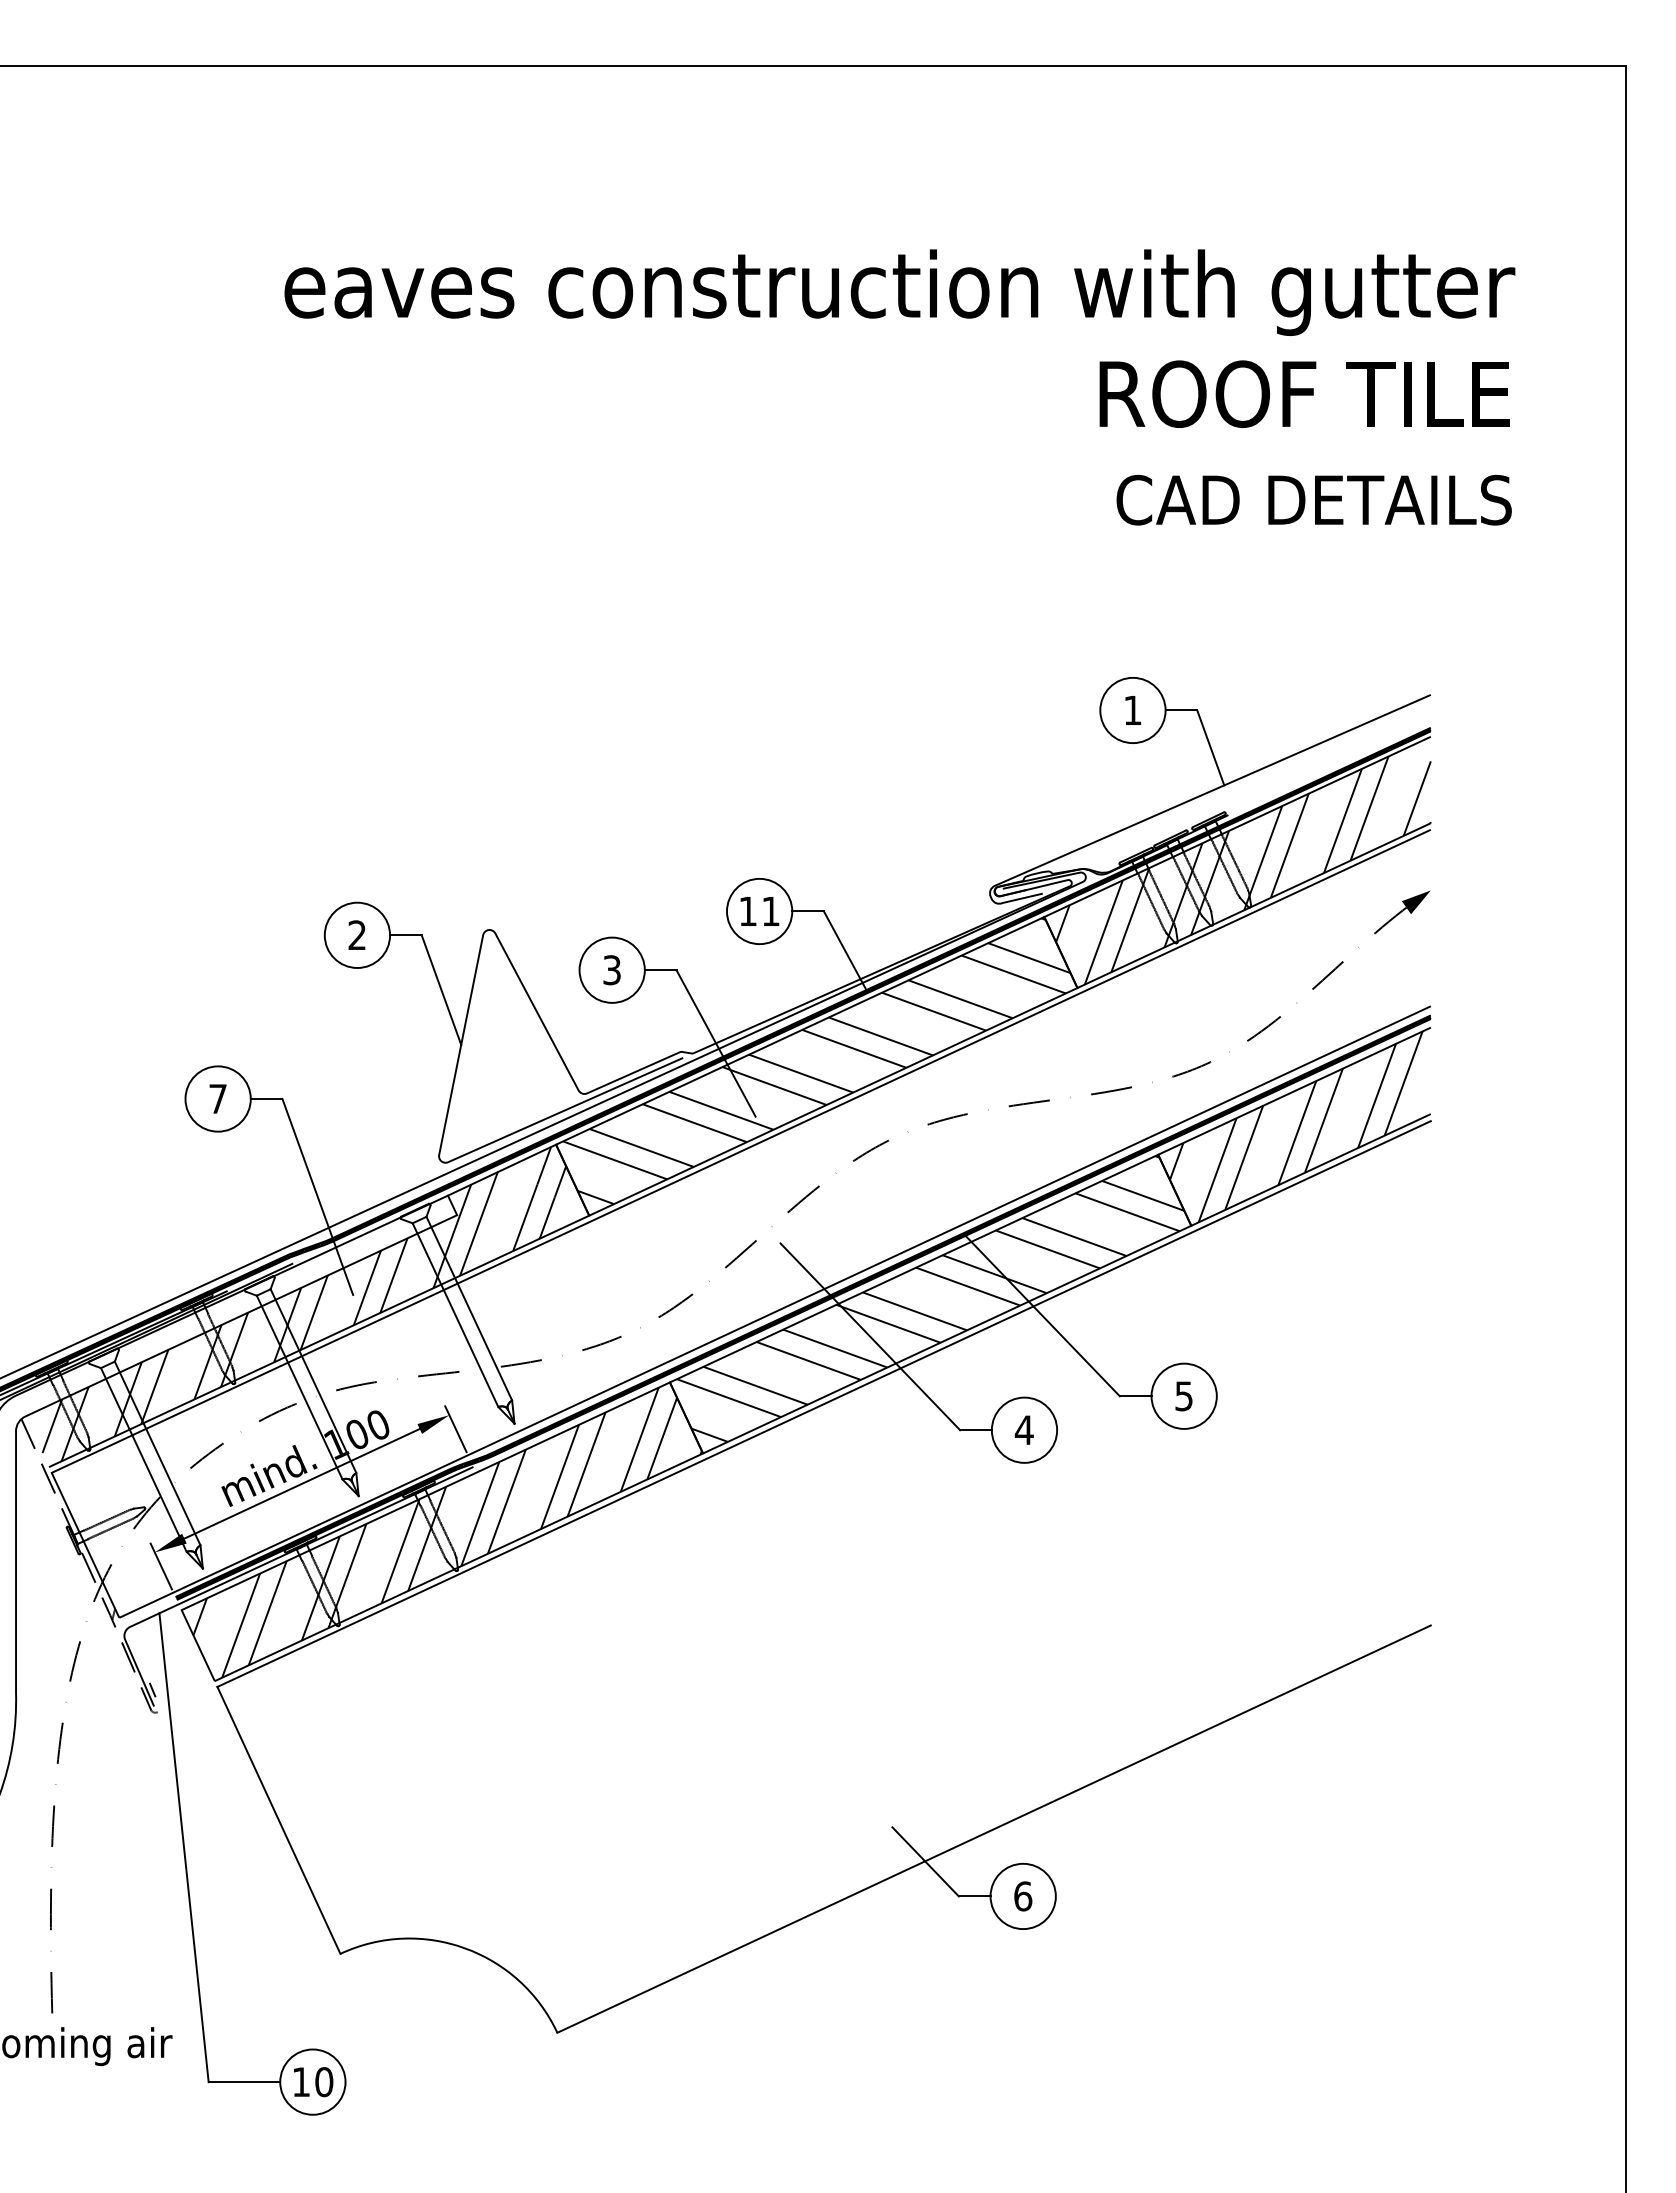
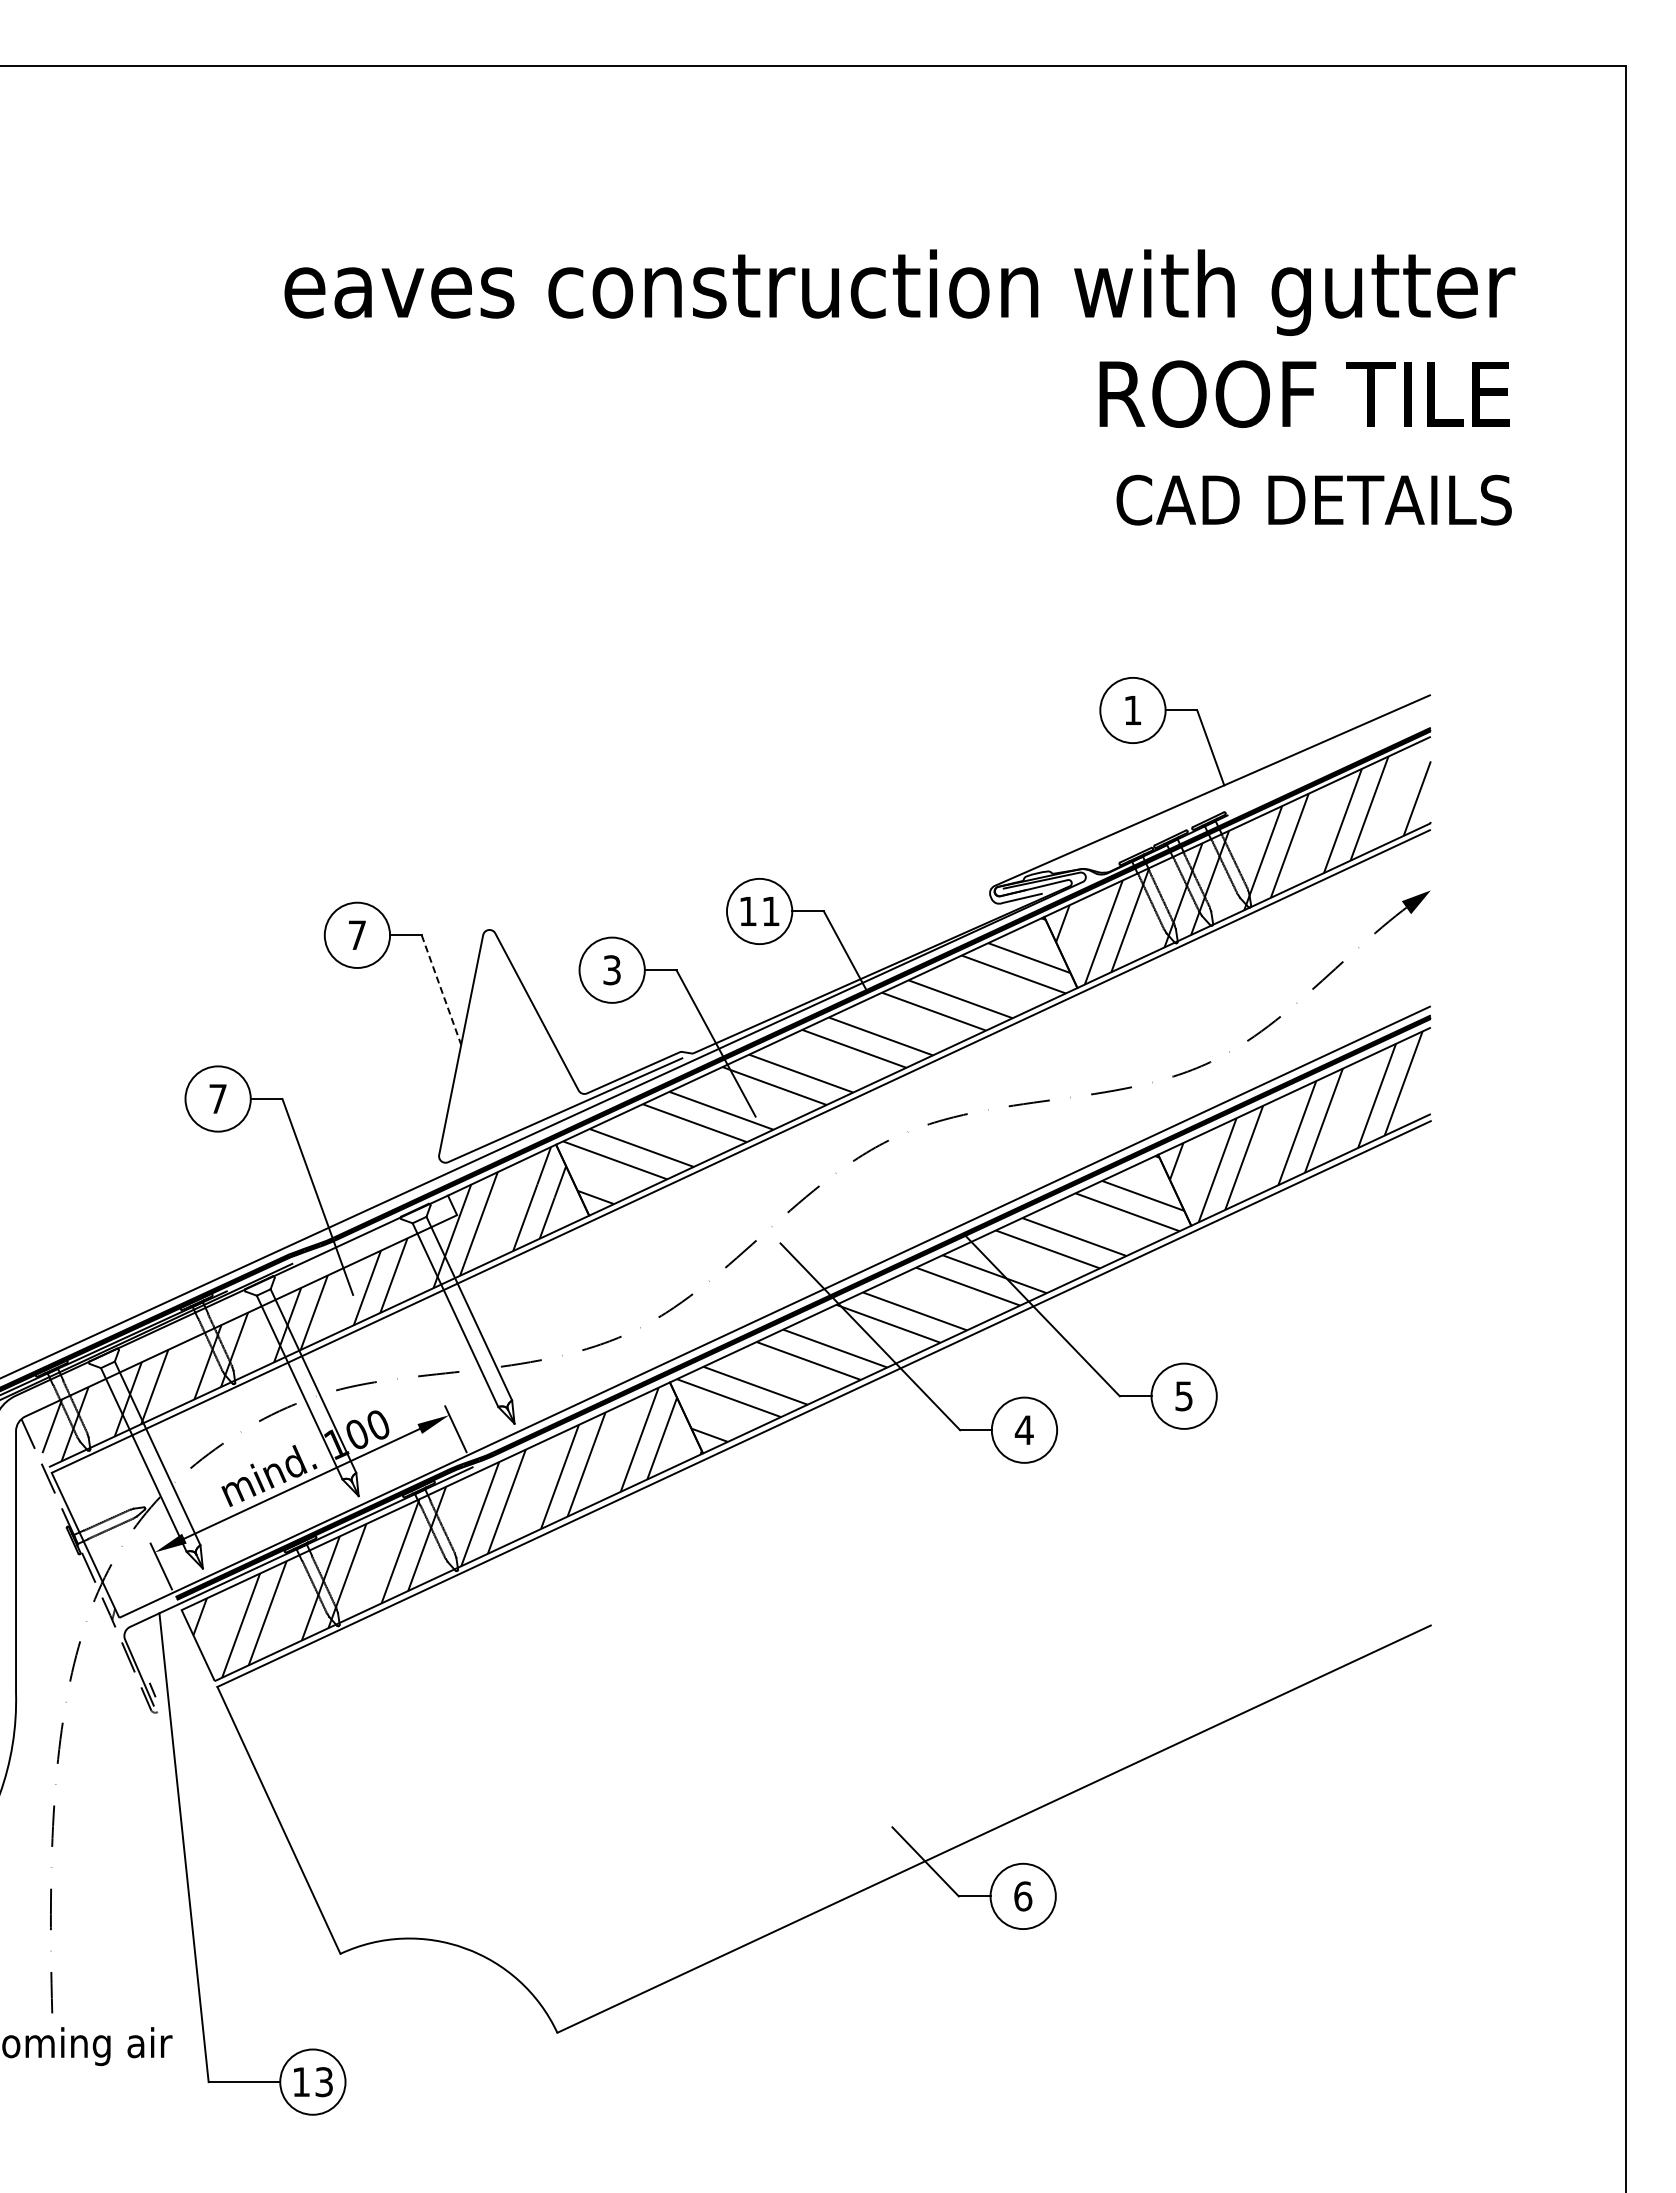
text at (356, 934): 2 -> 7
line at (441, 990): solid -> dashed
text at (324, 2082): 10 -> 13
